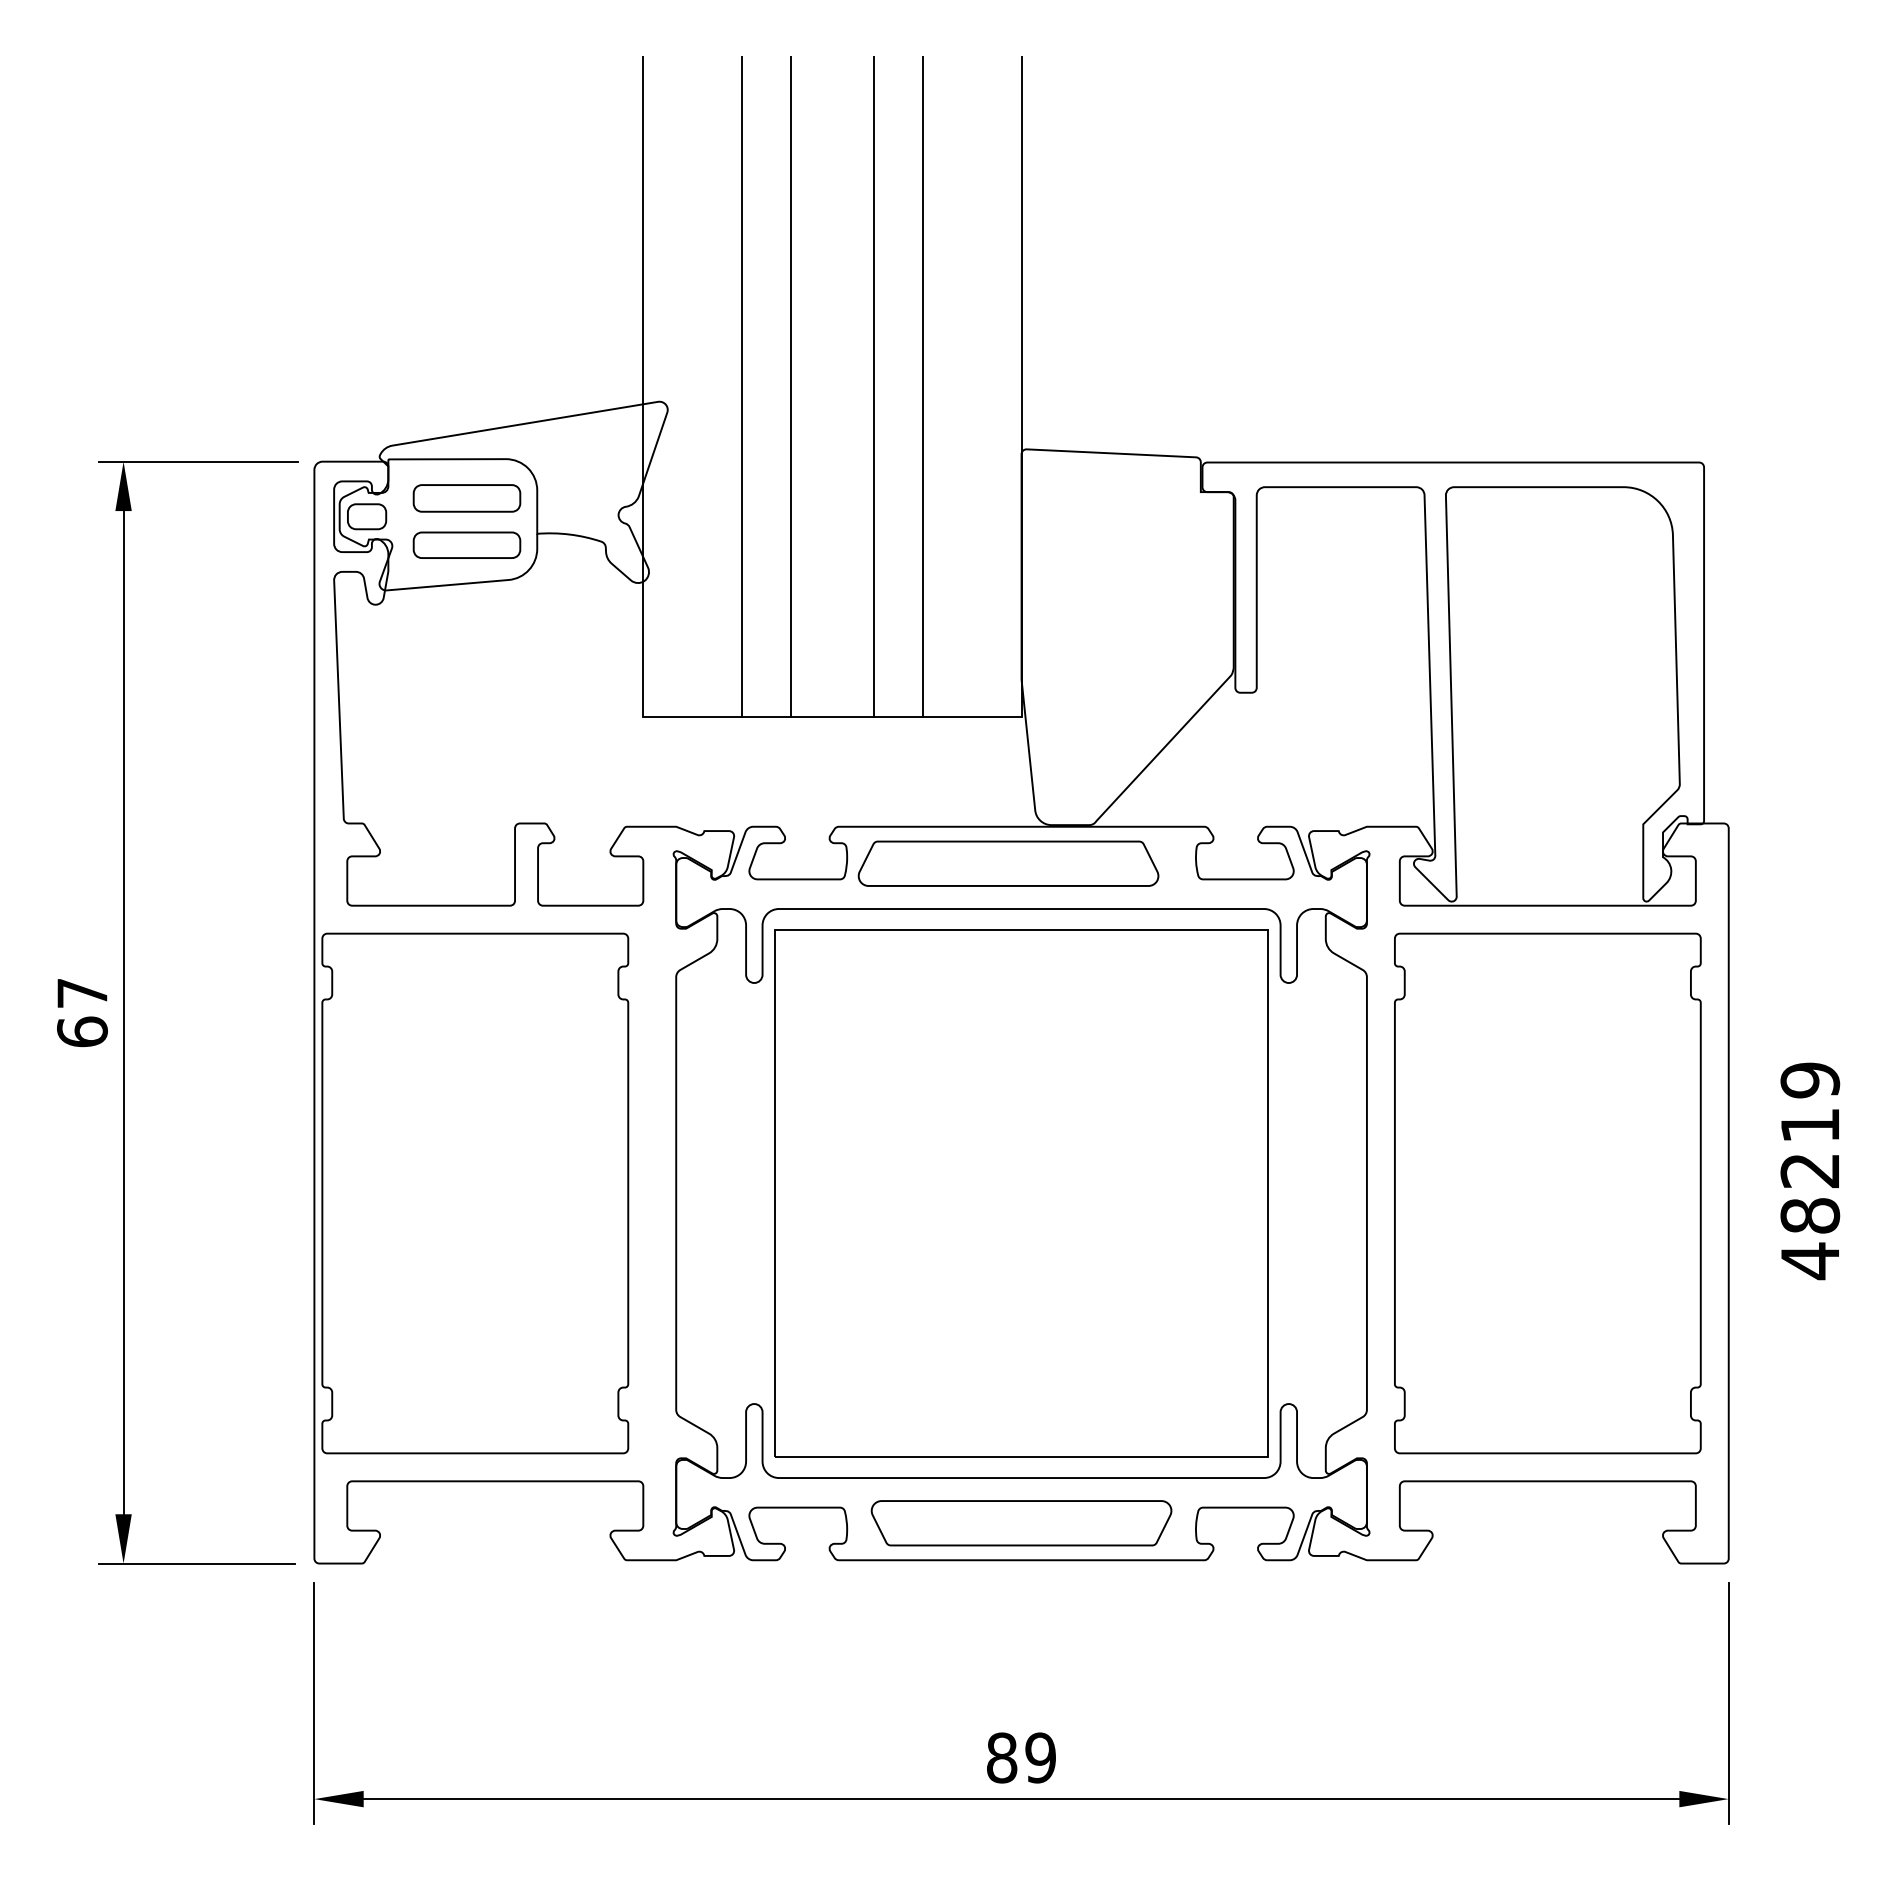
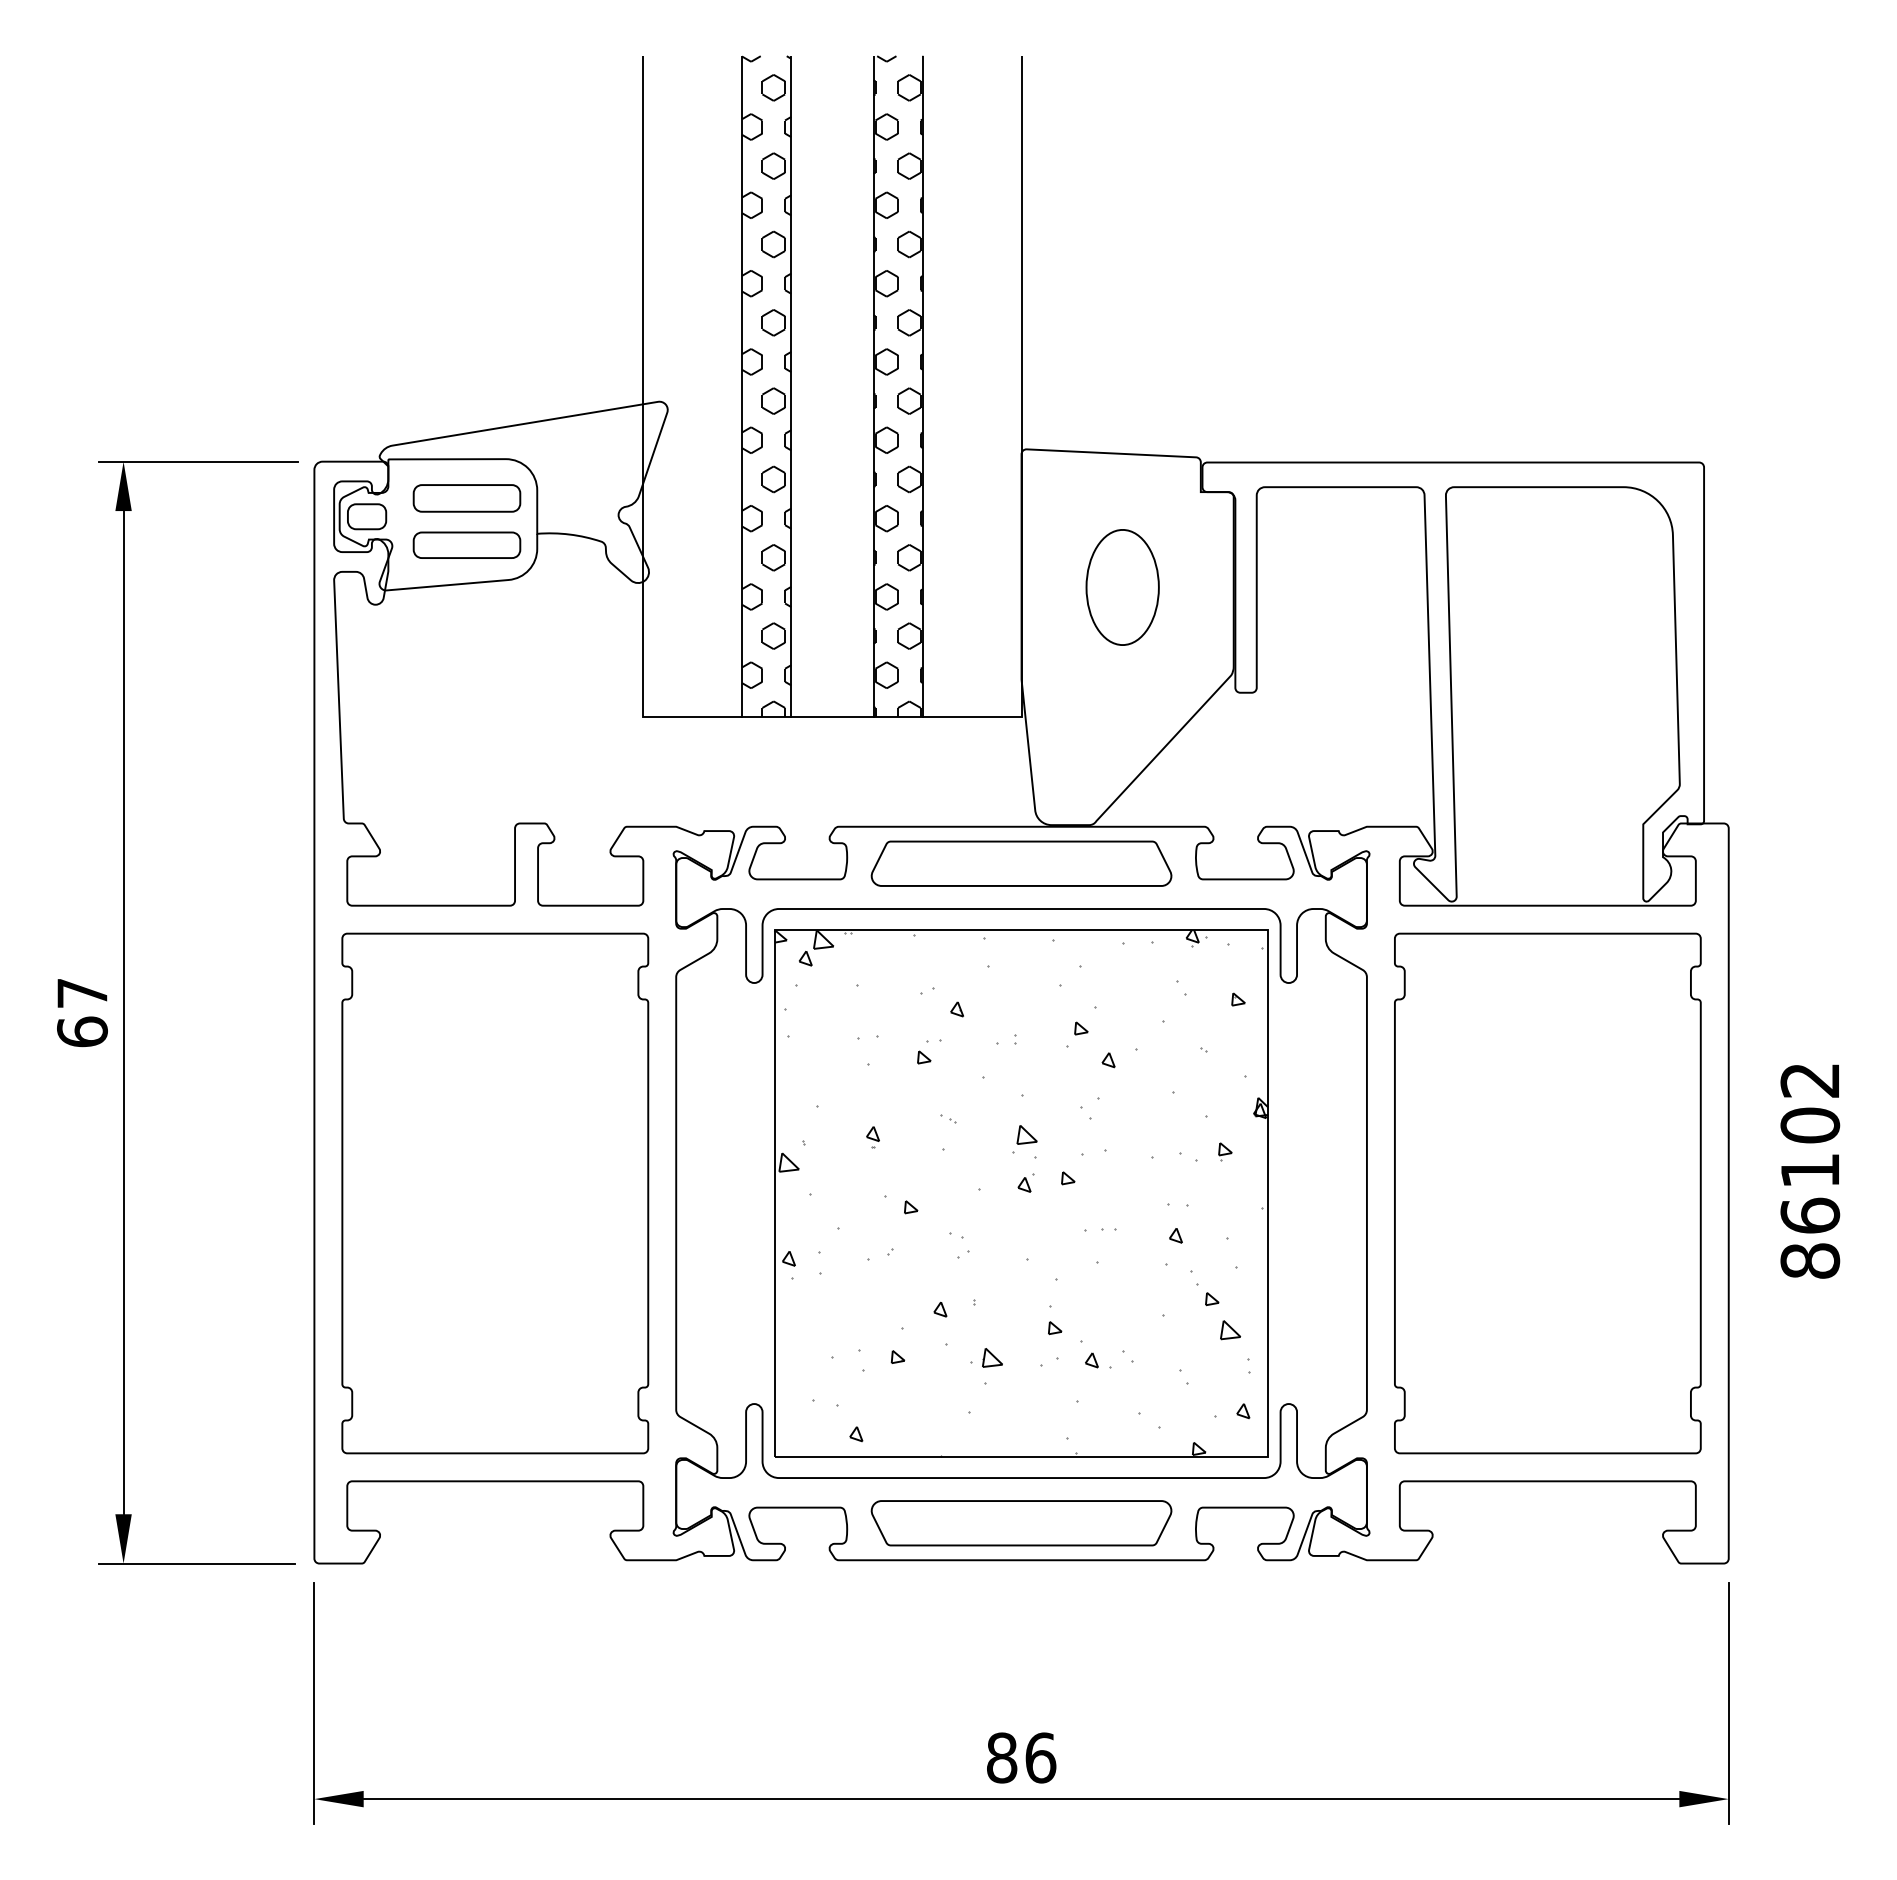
hatch at (766, 386): none -> present
hatch at (897, 386): none -> present
part at (1122, 587): none -> present
curve at (1008, 842) position: (1008, 842) -> (1021, 842)
text at (1810, 1171): 48219 -> 86102
hatch at (1021, 1192): none -> present
part at (475, 1193) position: (475, 1193) -> (495, 1193)
text at (1040, 1757): 89 -> 86
